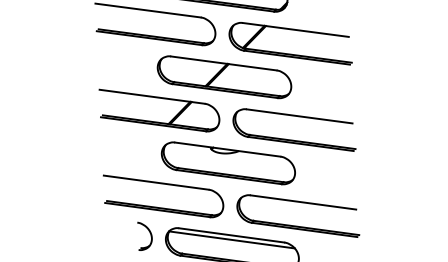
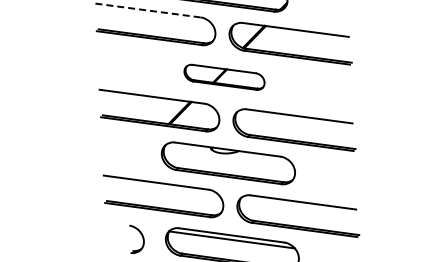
line at (148, 10): solid -> dashed
part at (224, 77) size: 137x45 px -> 83x28 px
part at (144, 235) position: (144, 235) -> (136, 238)
